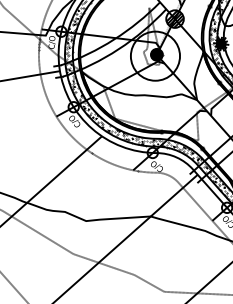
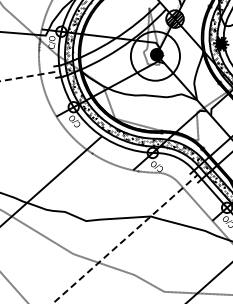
line at (30, 76): solid -> dashed
line at (125, 239): solid -> dashed
